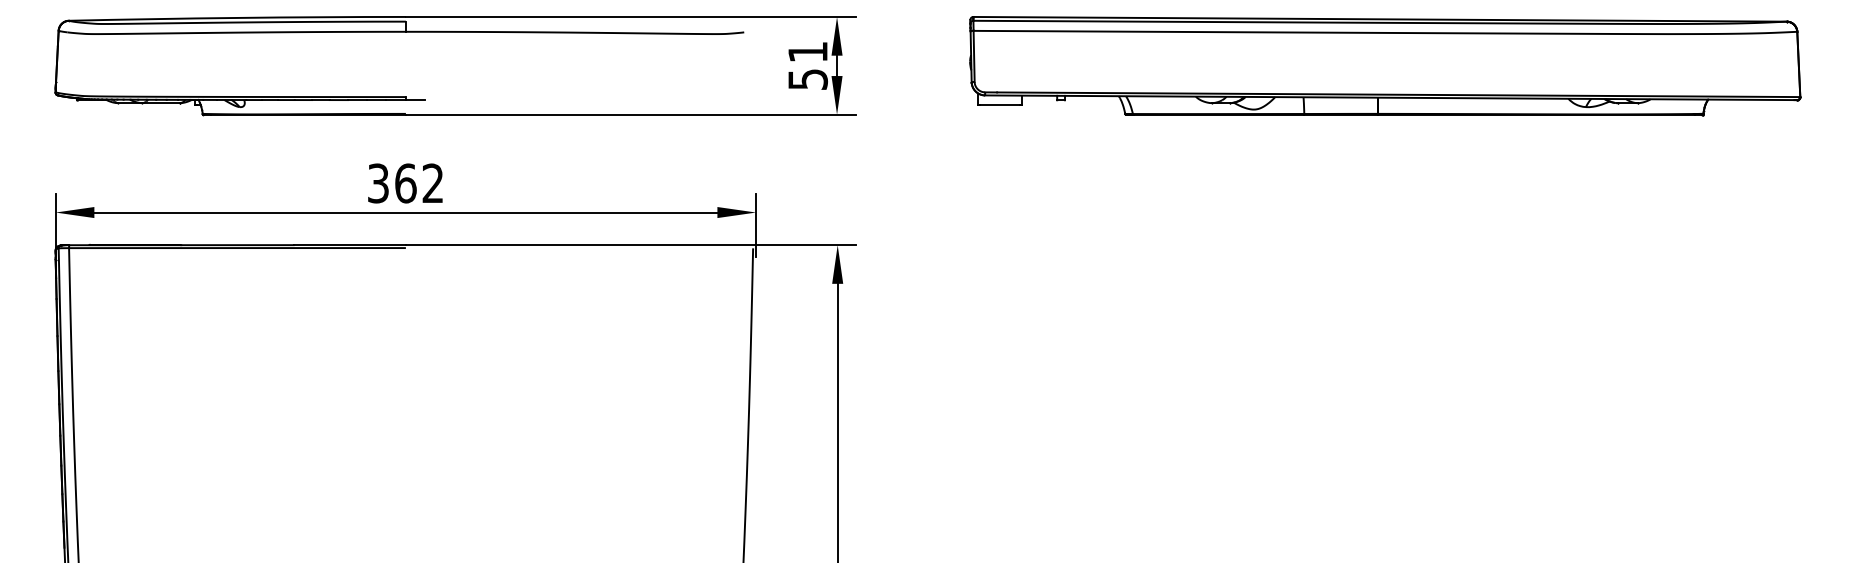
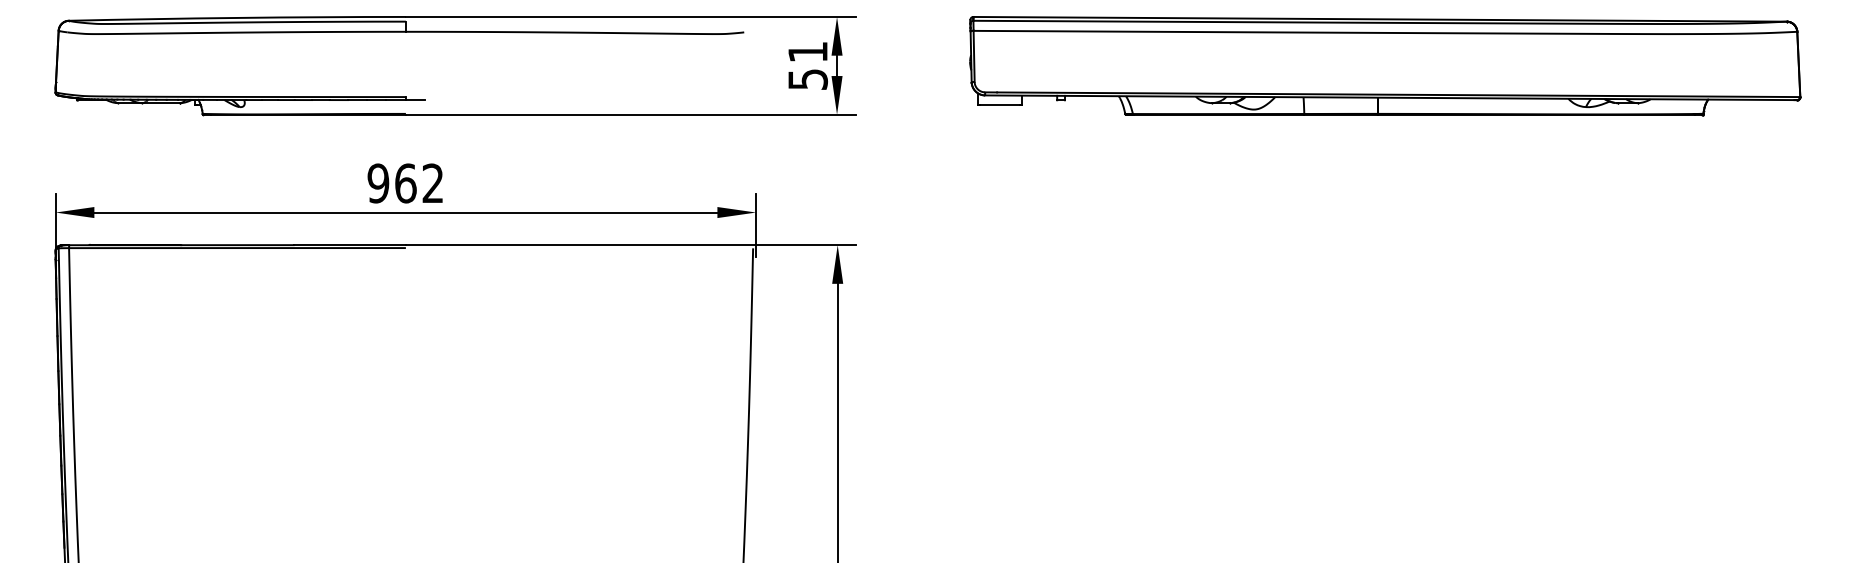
text at (378, 183): 362 -> 962
